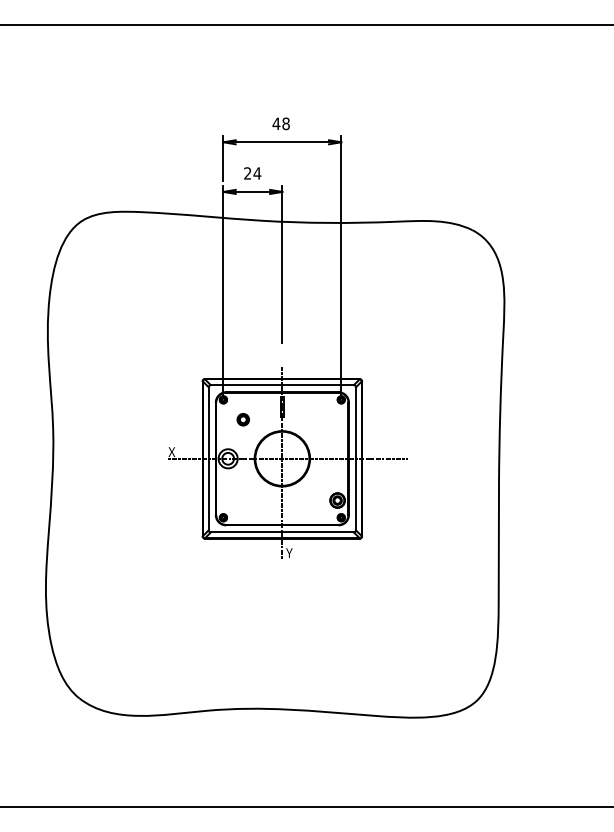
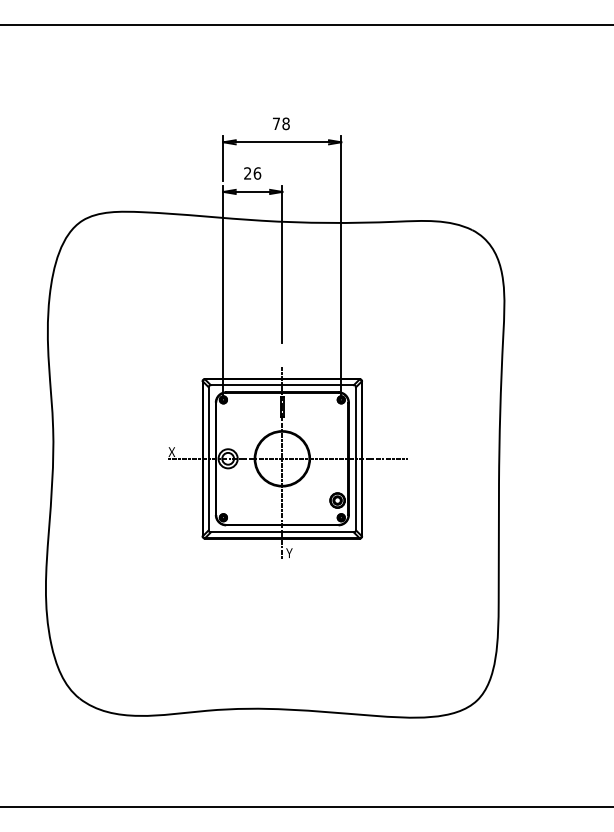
text at (276, 123): 48 -> 78
text at (257, 173): 24 -> 26
part at (242, 419): present -> none
